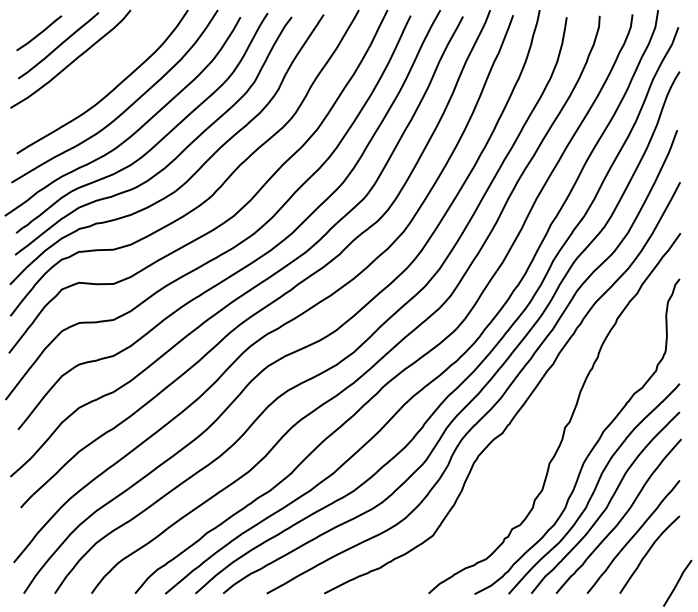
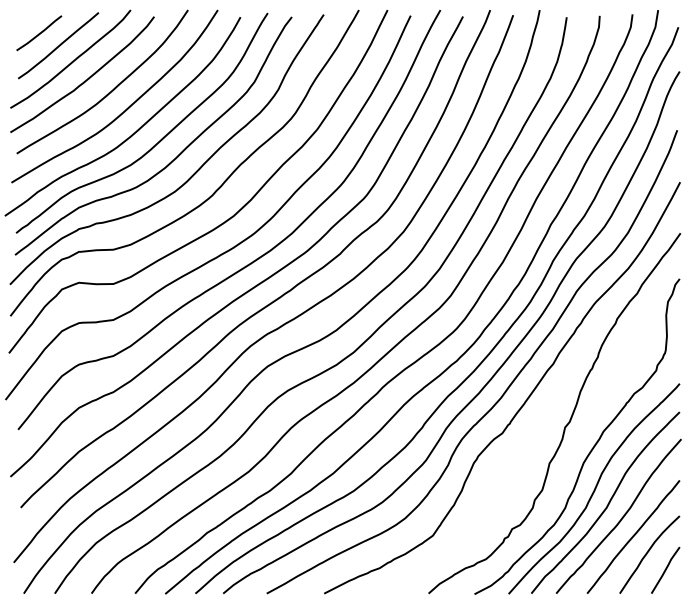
curve at (84, 80): none -> present
line at (677, 582) position: (677, 582) -> (665, 569)
